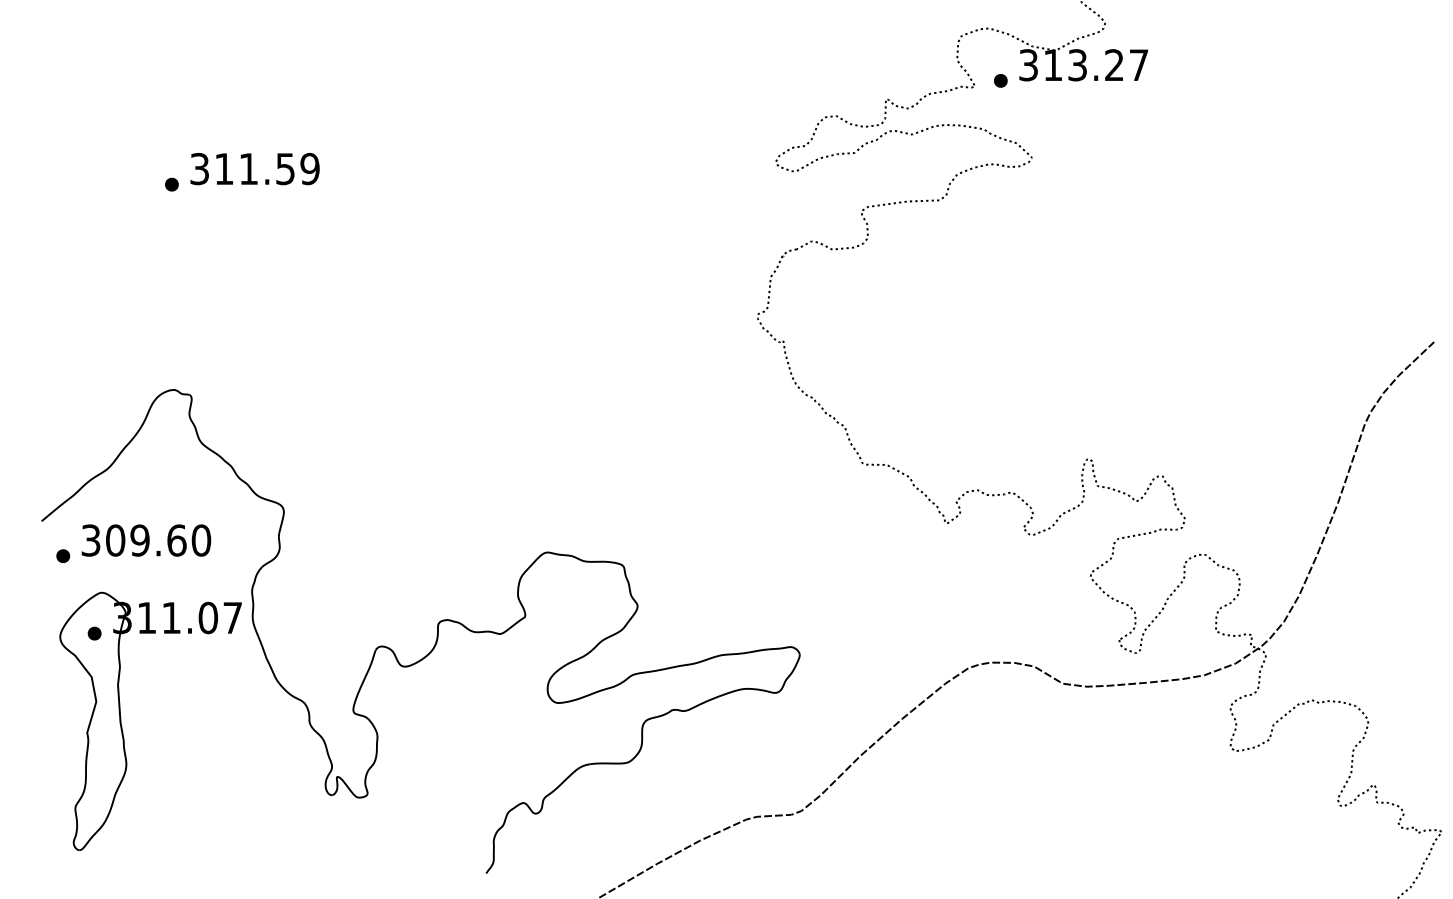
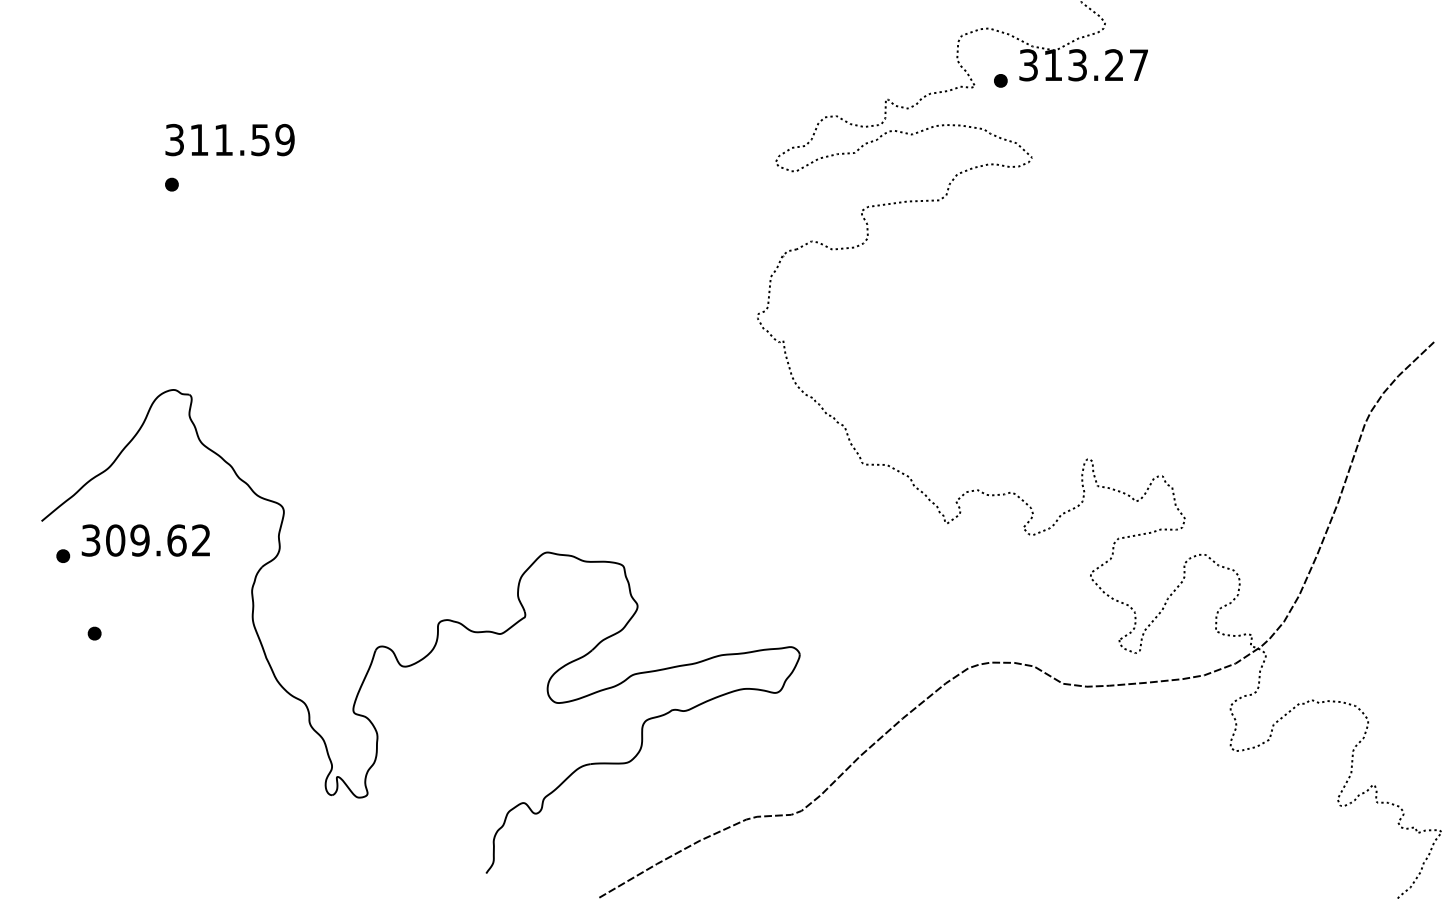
text at (254, 169) position: (254, 169) -> (229, 140)
text at (201, 540): 309.60 -> 309.62
part at (122, 726): present -> none
